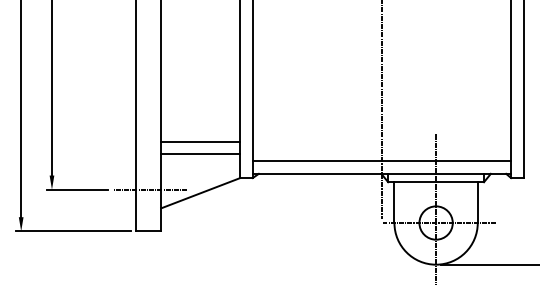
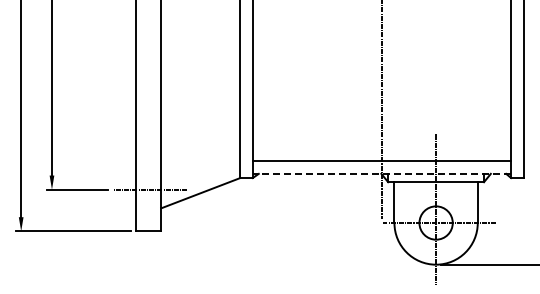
line at (200, 141): present -> none
line at (200, 154): present -> none
line at (381, 173): solid -> dashed
